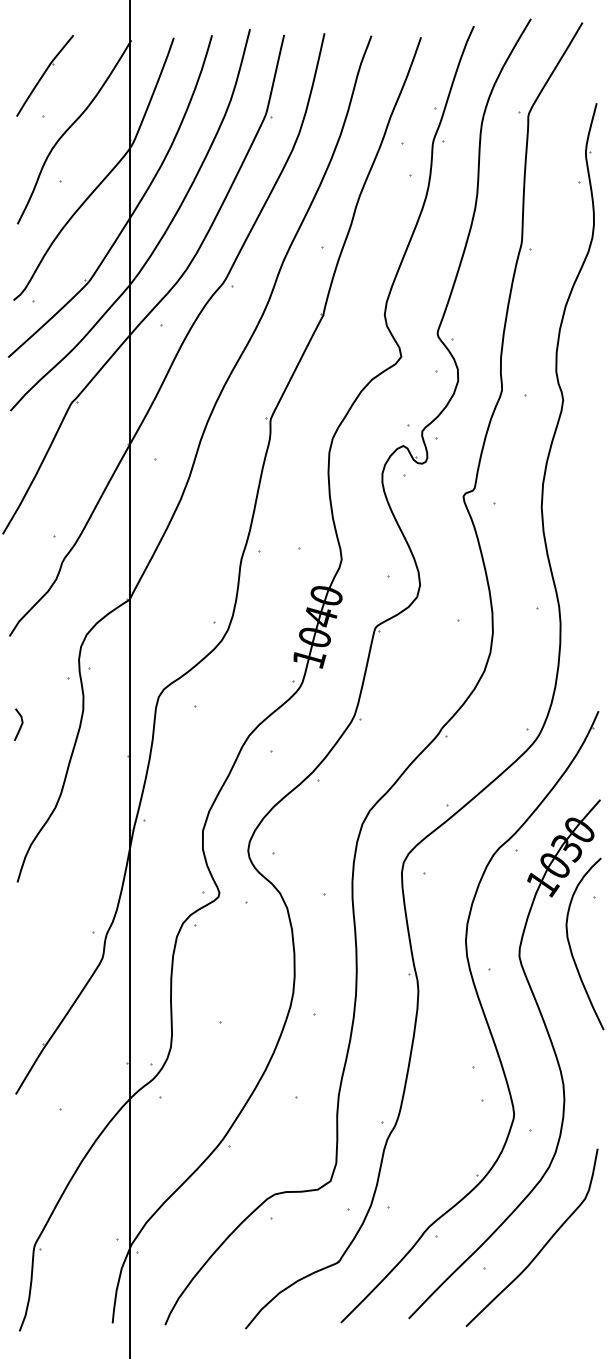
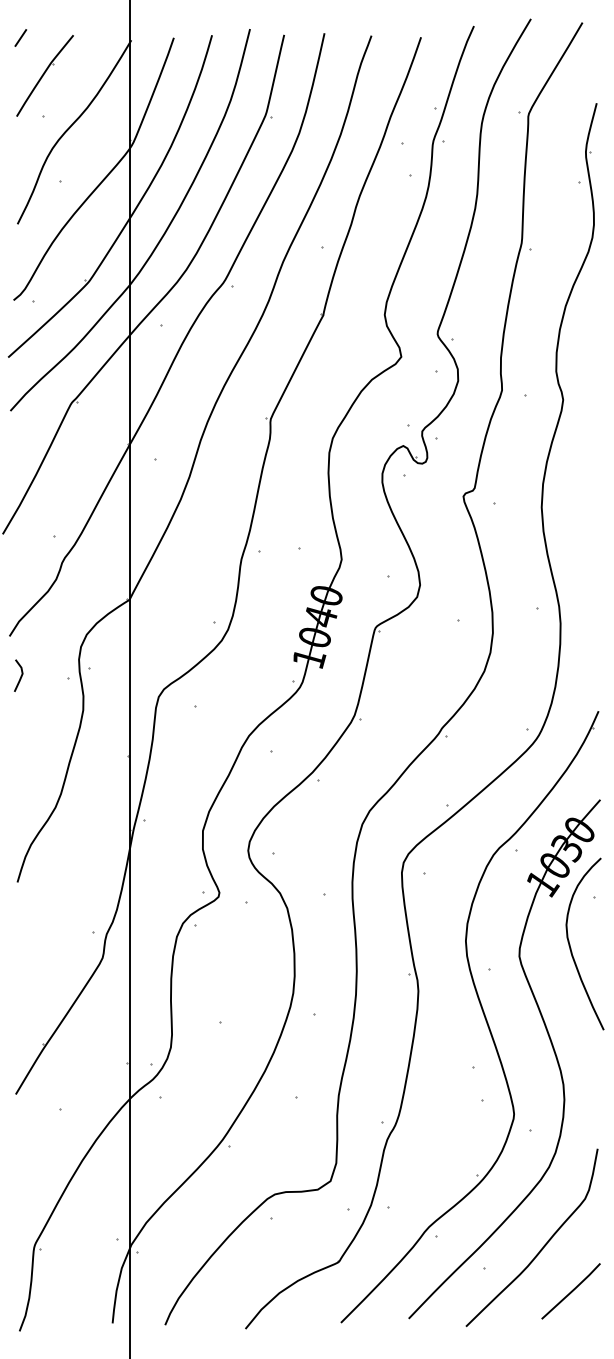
line at (20, 37): none -> present
line at (20, 724) position: (20, 724) -> (20, 675)
line at (570, 1291): none -> present
